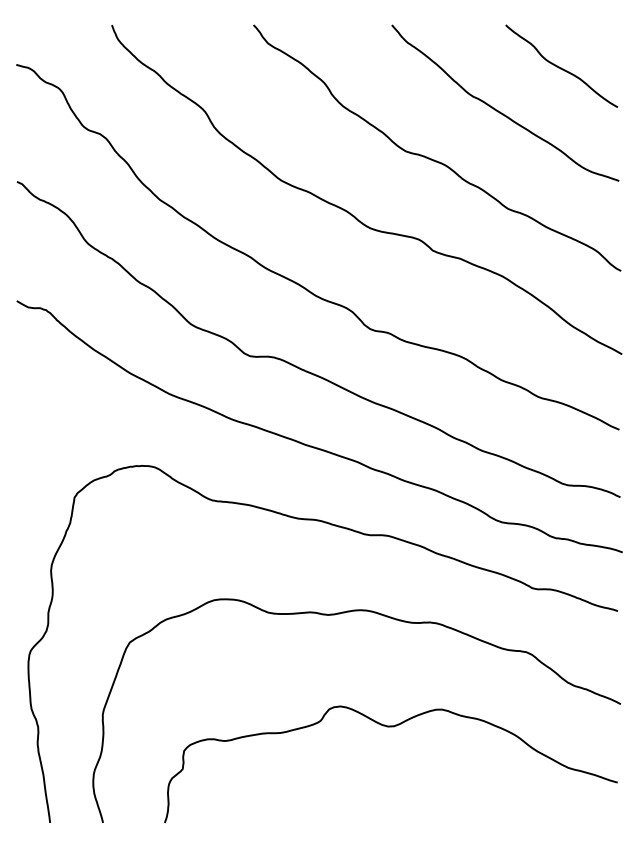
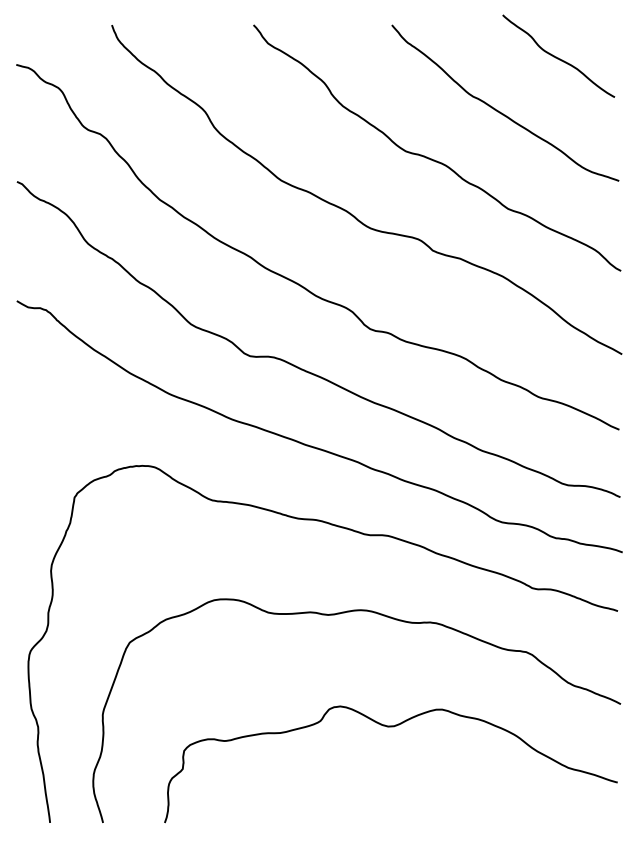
curve at (561, 67) position: (561, 67) -> (558, 57)
